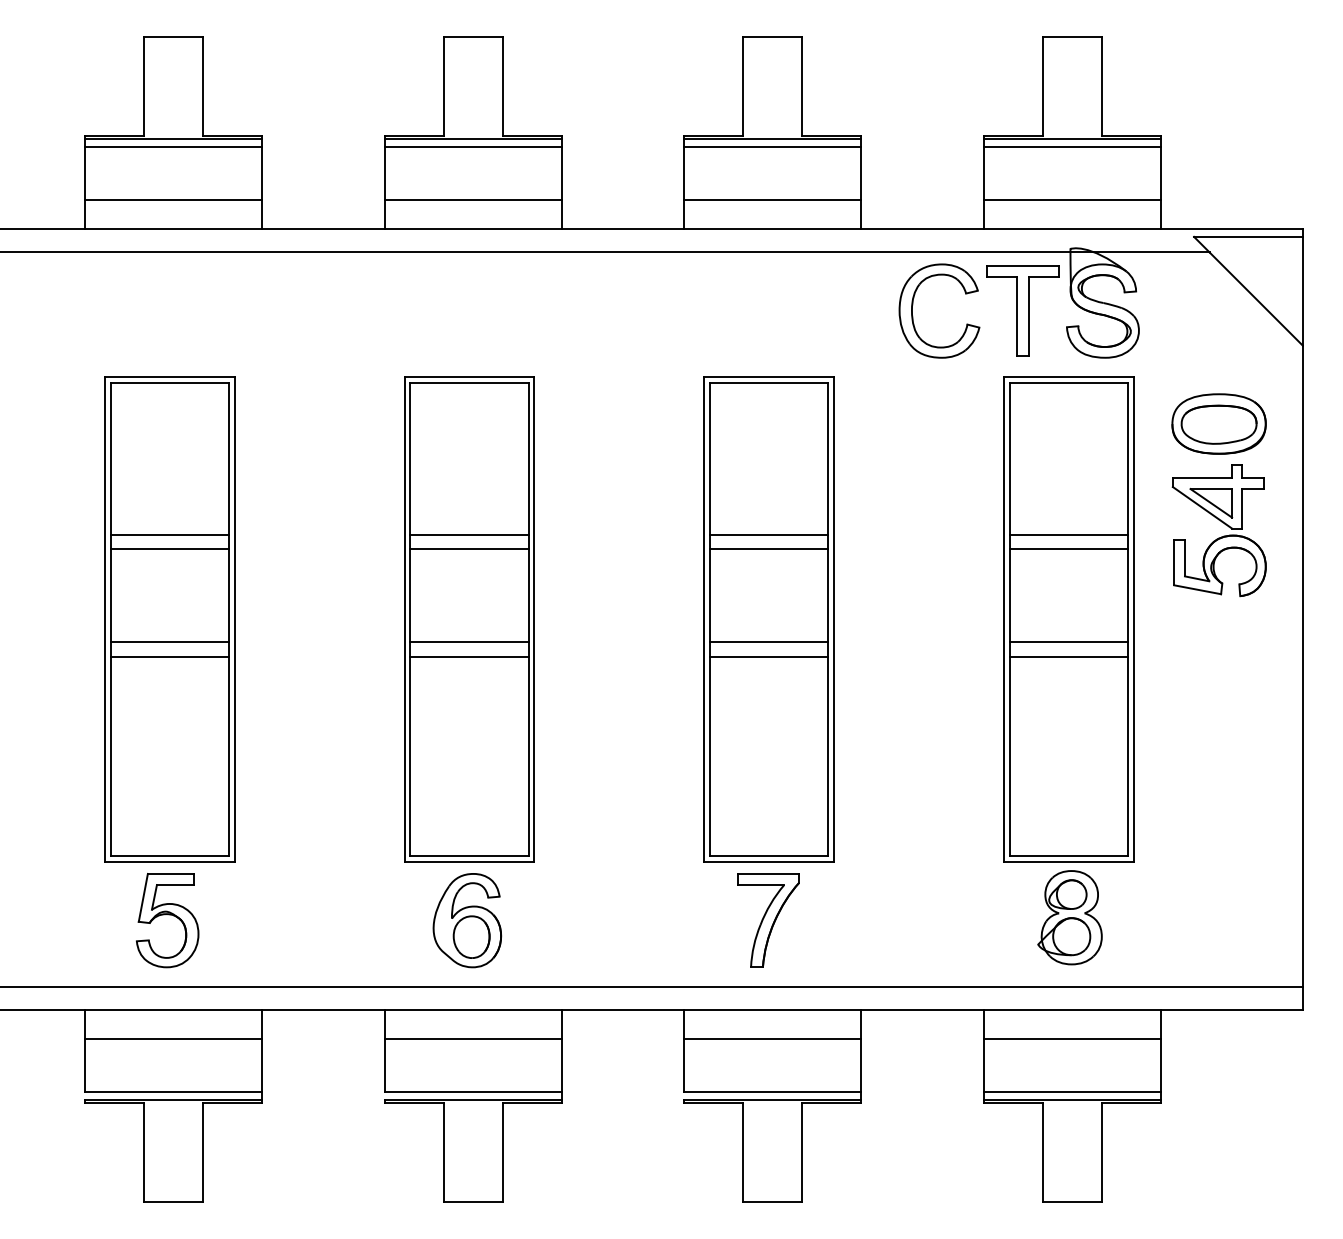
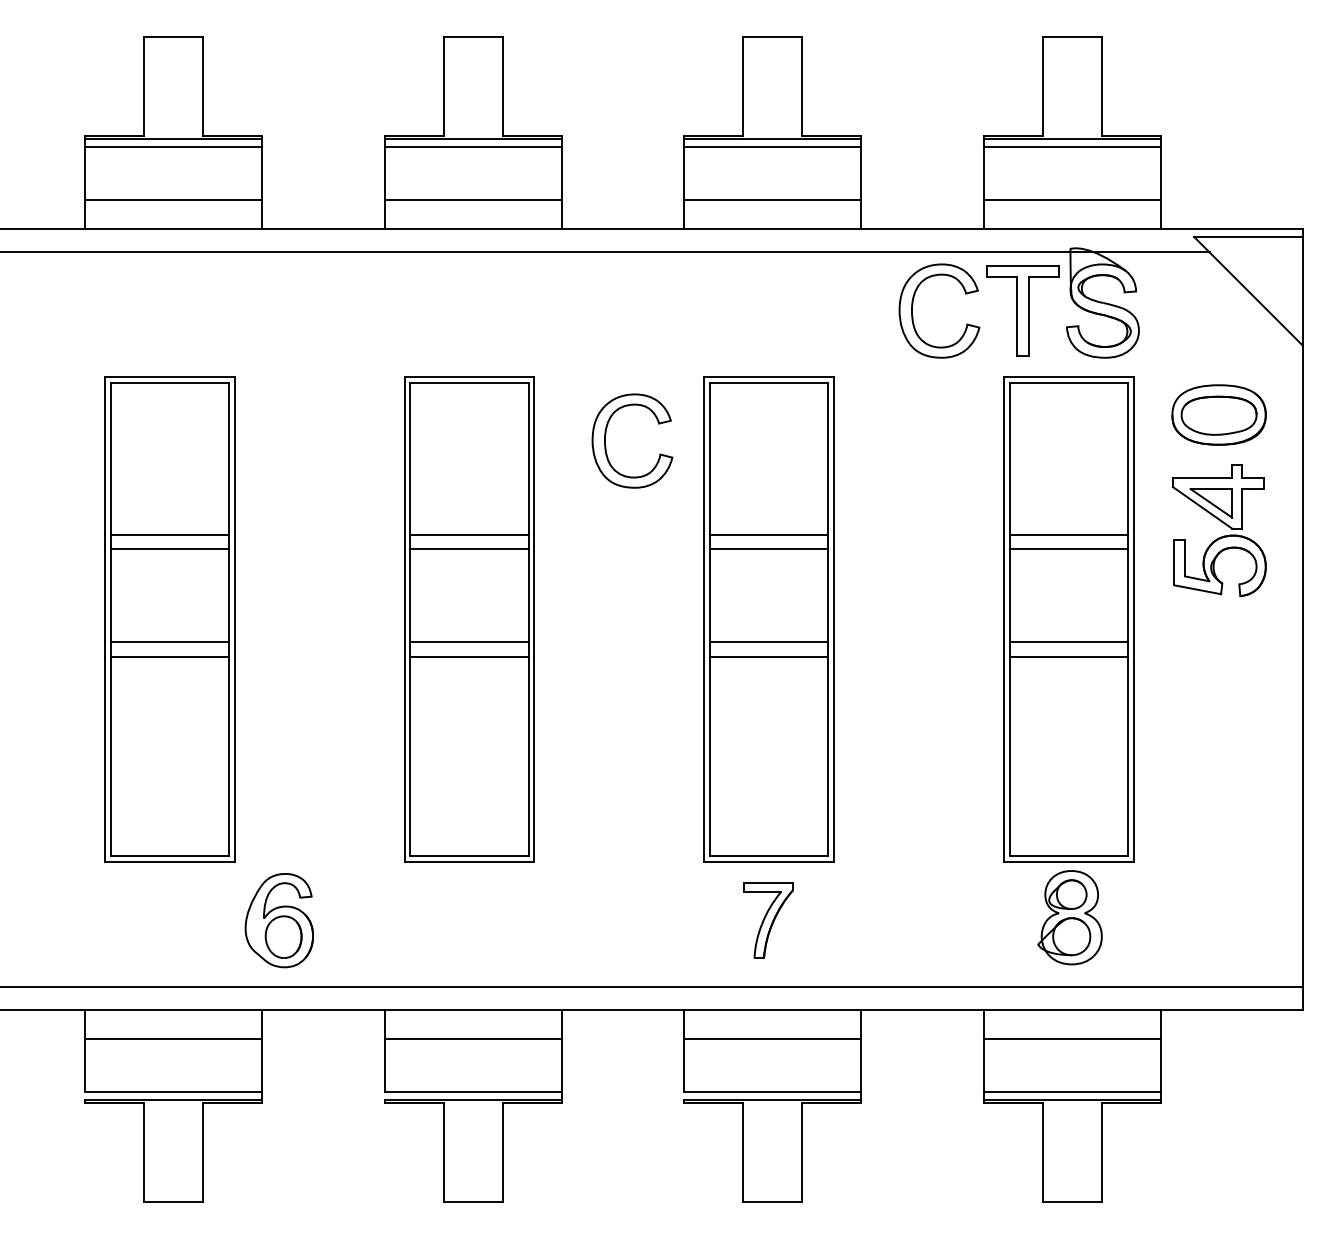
part at (1218, 423) position: (1218, 423) -> (1218, 414)
part at (606, 435): none -> present
part at (167, 920): present -> none
part at (467, 920) position: (467, 920) -> (279, 920)
part at (768, 920) size: 63x95 px -> 51x77 px
